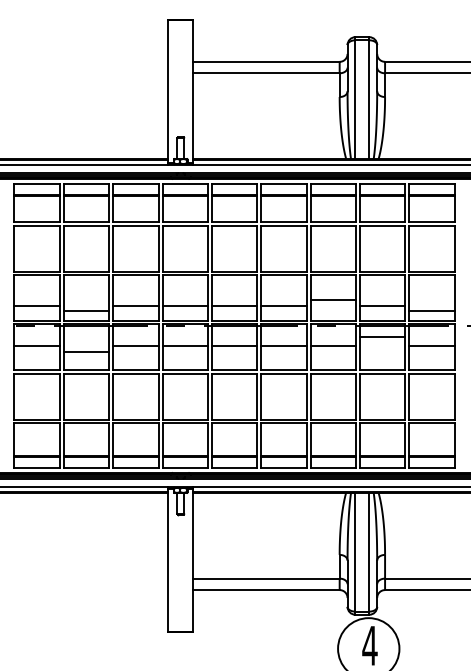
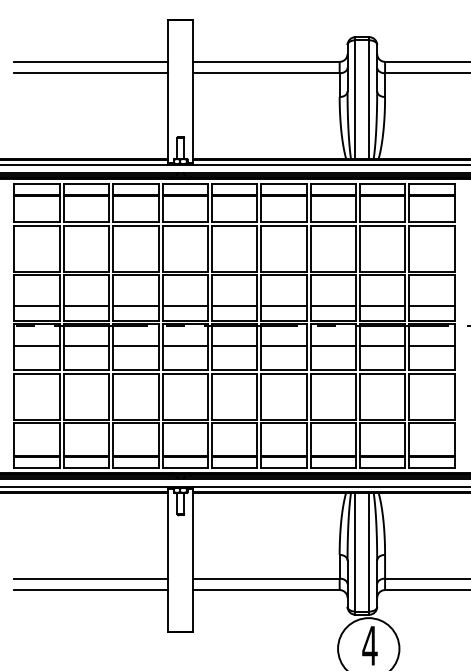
line at (91, 61): none -> present
line at (91, 73): none -> present
line at (333, 299) position: (333, 299) -> (333, 305)
line at (86, 310) position: (86, 310) -> (86, 305)
line at (431, 310) position: (431, 310) -> (431, 305)
line at (382, 337) position: (382, 337) -> (382, 346)
line at (86, 352) position: (86, 352) -> (86, 346)
line at (91, 578): none -> present
line at (91, 590): none -> present
